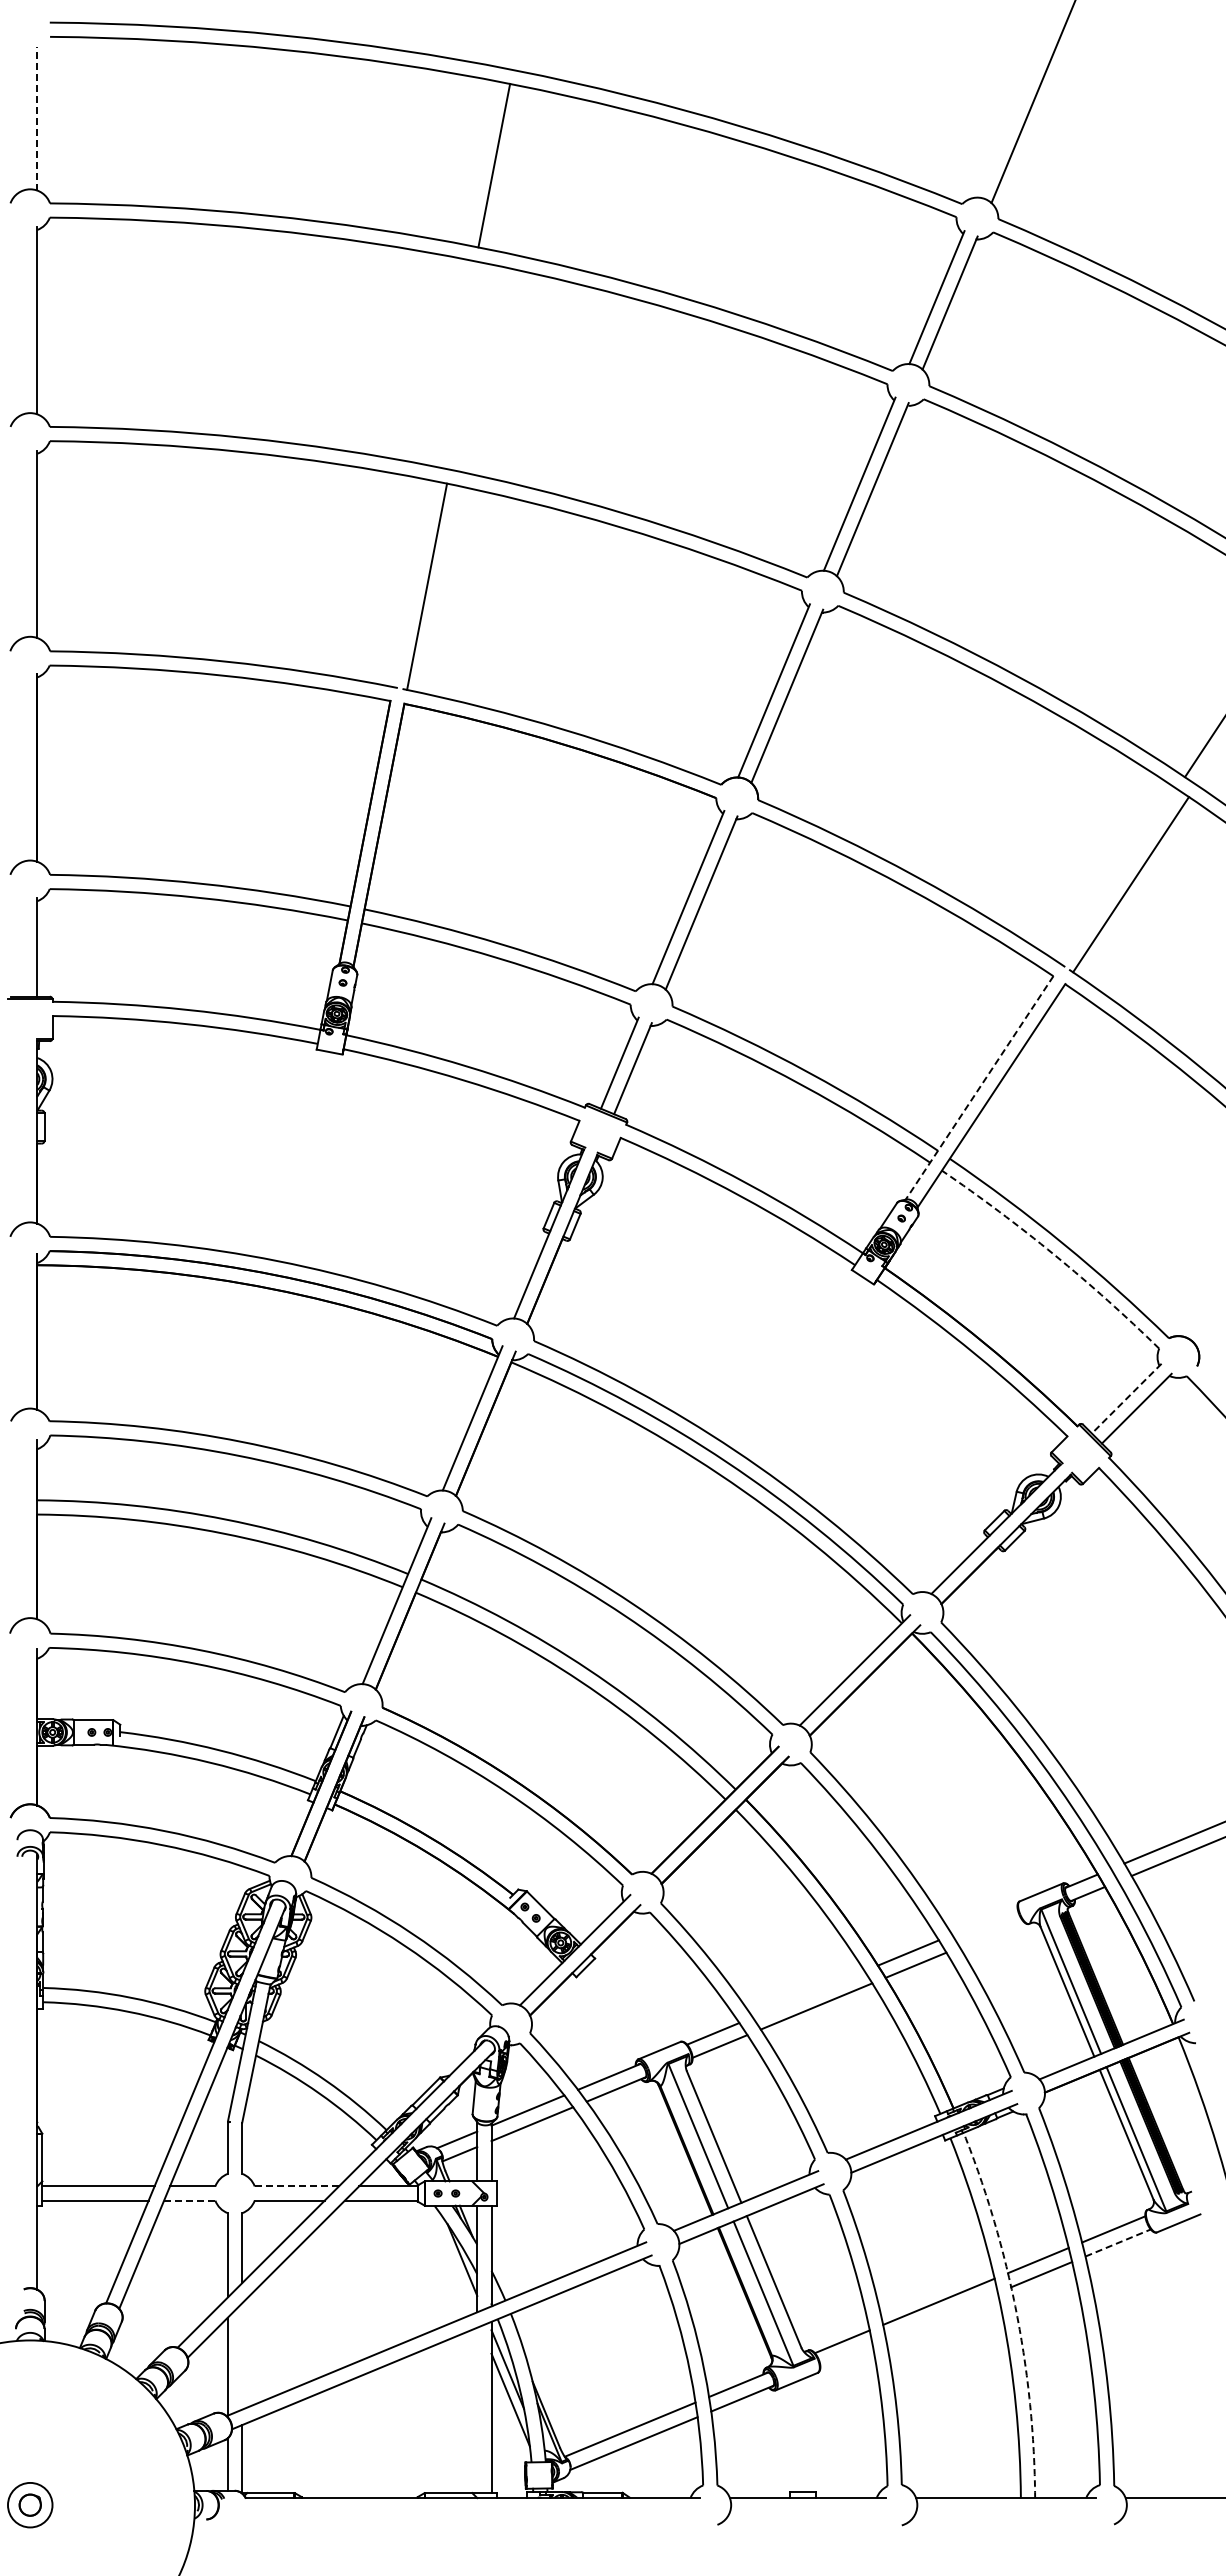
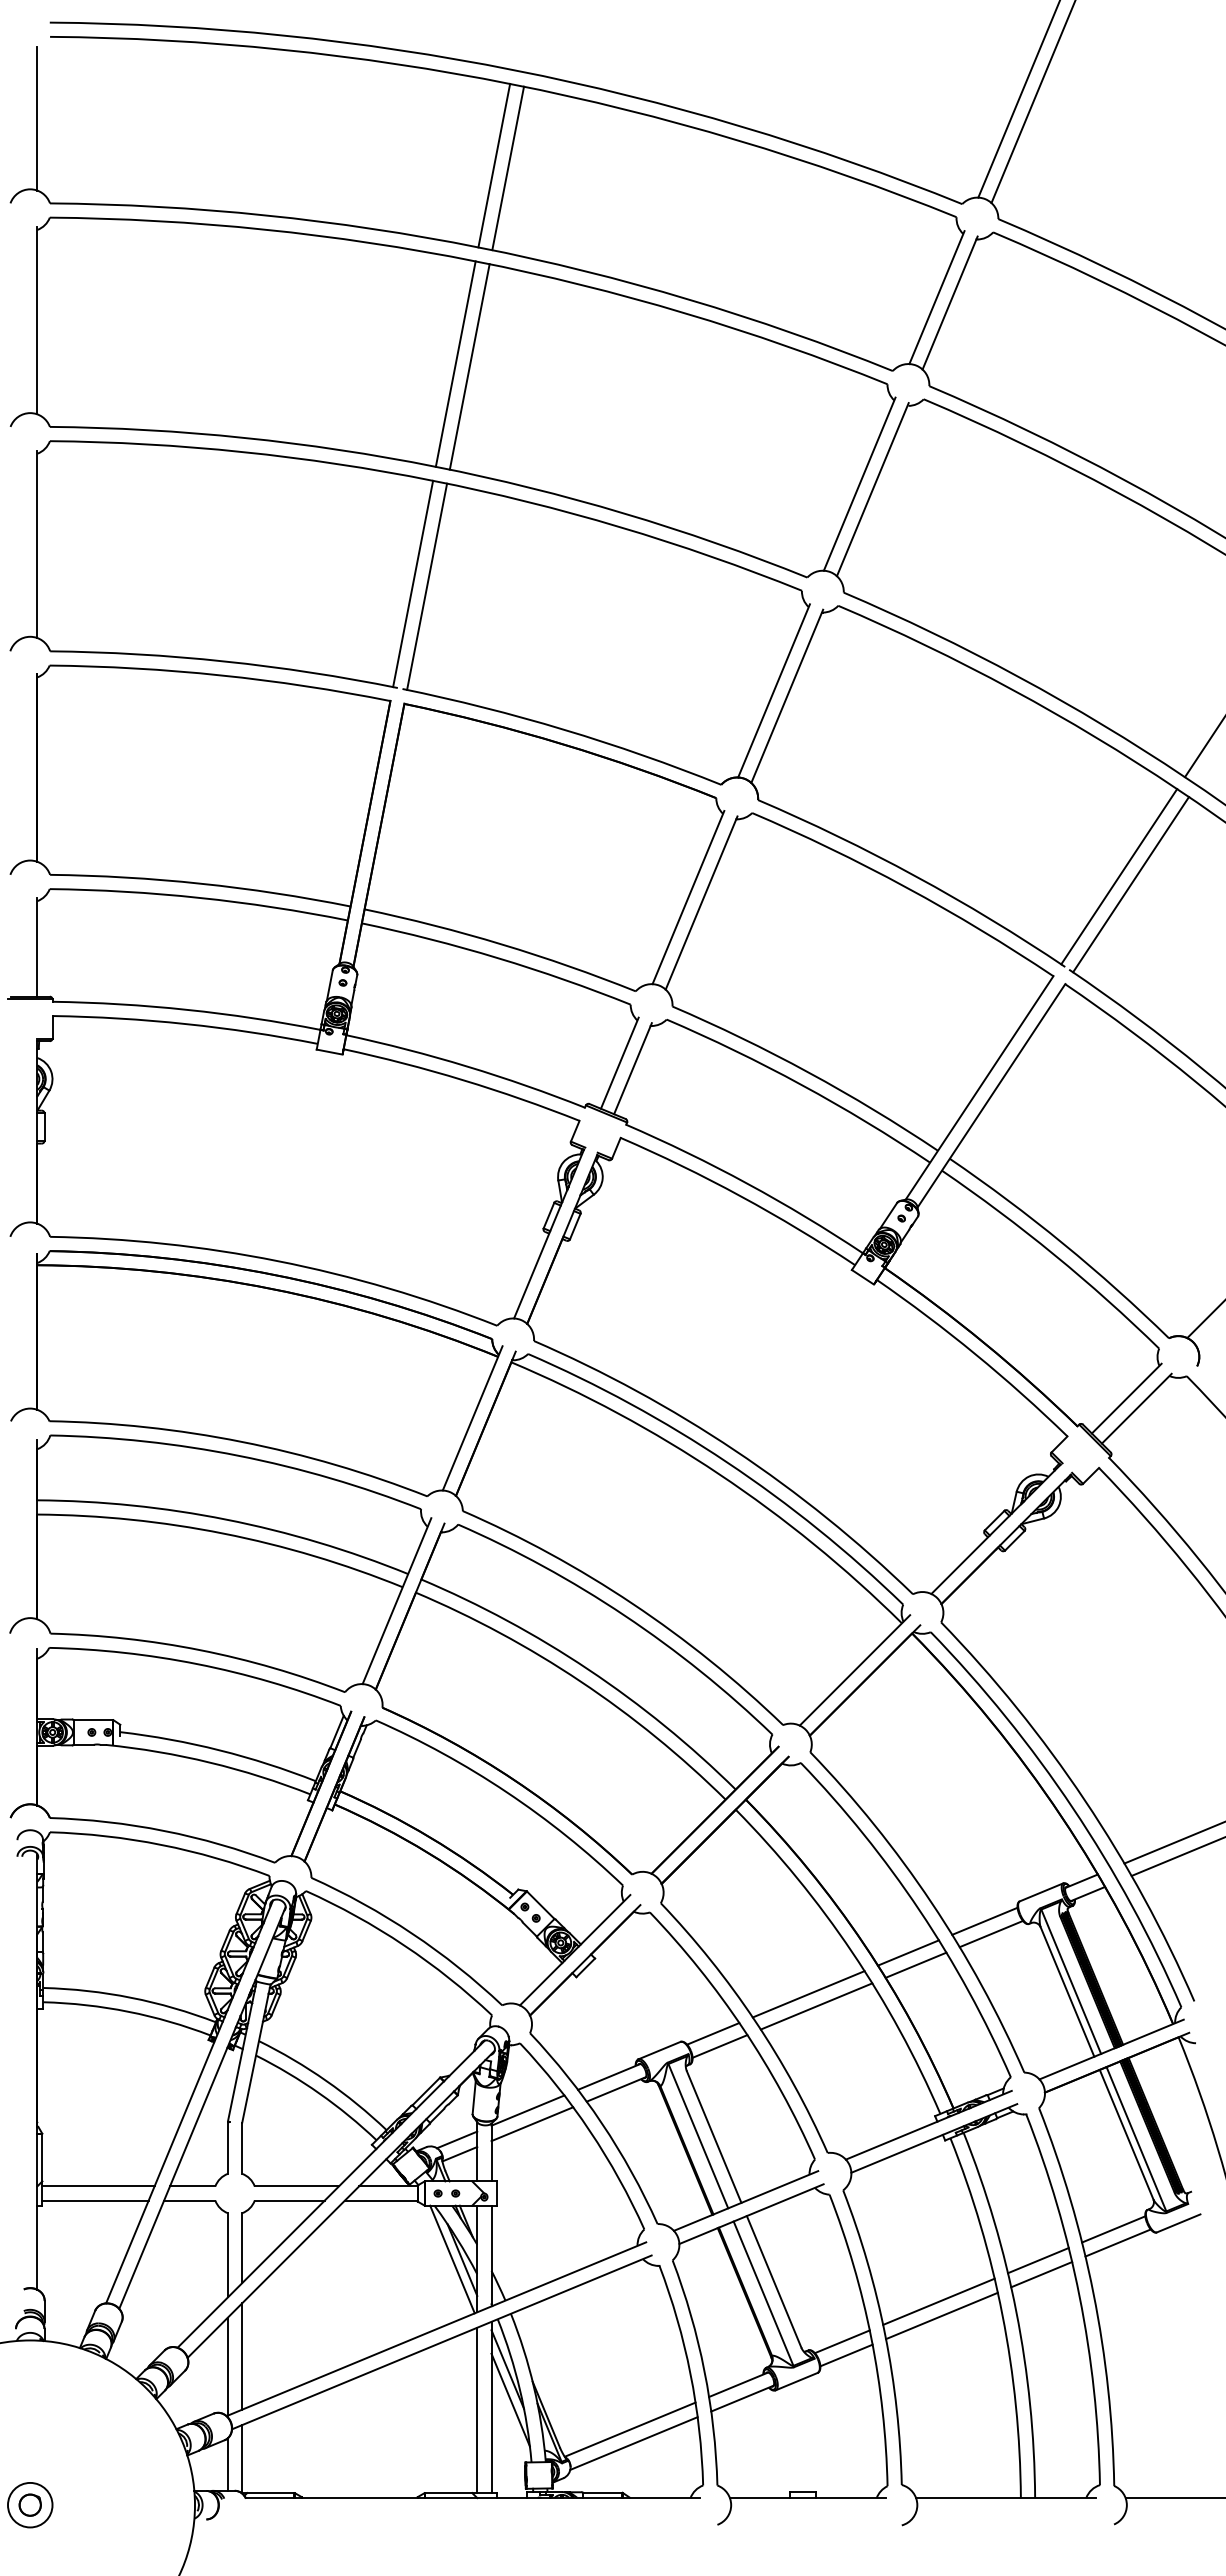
line at (1018, 99): none -> present
line at (37, 118): dashed -> solid
line at (508, 168): none -> present
line at (455, 363): none -> present
line at (469, 366): none -> present
line at (413, 583): none -> present
line at (1119, 876): none -> present
line at (979, 1087): dashed -> solid
arc at (1054, 1254): dashed -> solid
line at (1204, 1320): none -> present
line at (1126, 1399): dashed -> solid
line at (984, 1920): none -> present
line at (991, 1933): none -> present
line at (808, 1994): none -> present
line at (296, 2186): dashed -> solid
line at (189, 2200): dashed -> solid
line at (1118, 2242): dashed -> solid
line at (452, 2259): none -> present
arc at (1016, 2312): dashed -> solid
line at (941, 2315): none -> present
line at (846, 2355): none -> present
line at (242, 2356): none -> present
line at (477, 2410): none -> present
